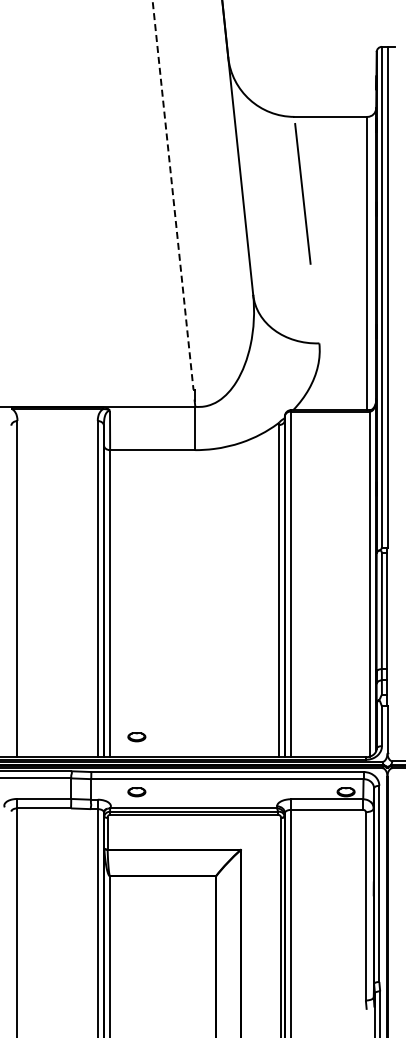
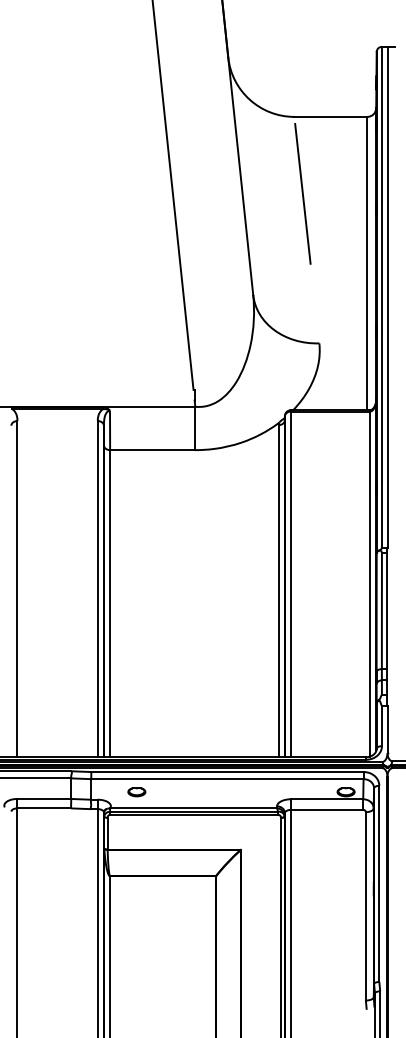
line at (173, 194): dashed -> solid
part at (136, 737): present -> none
